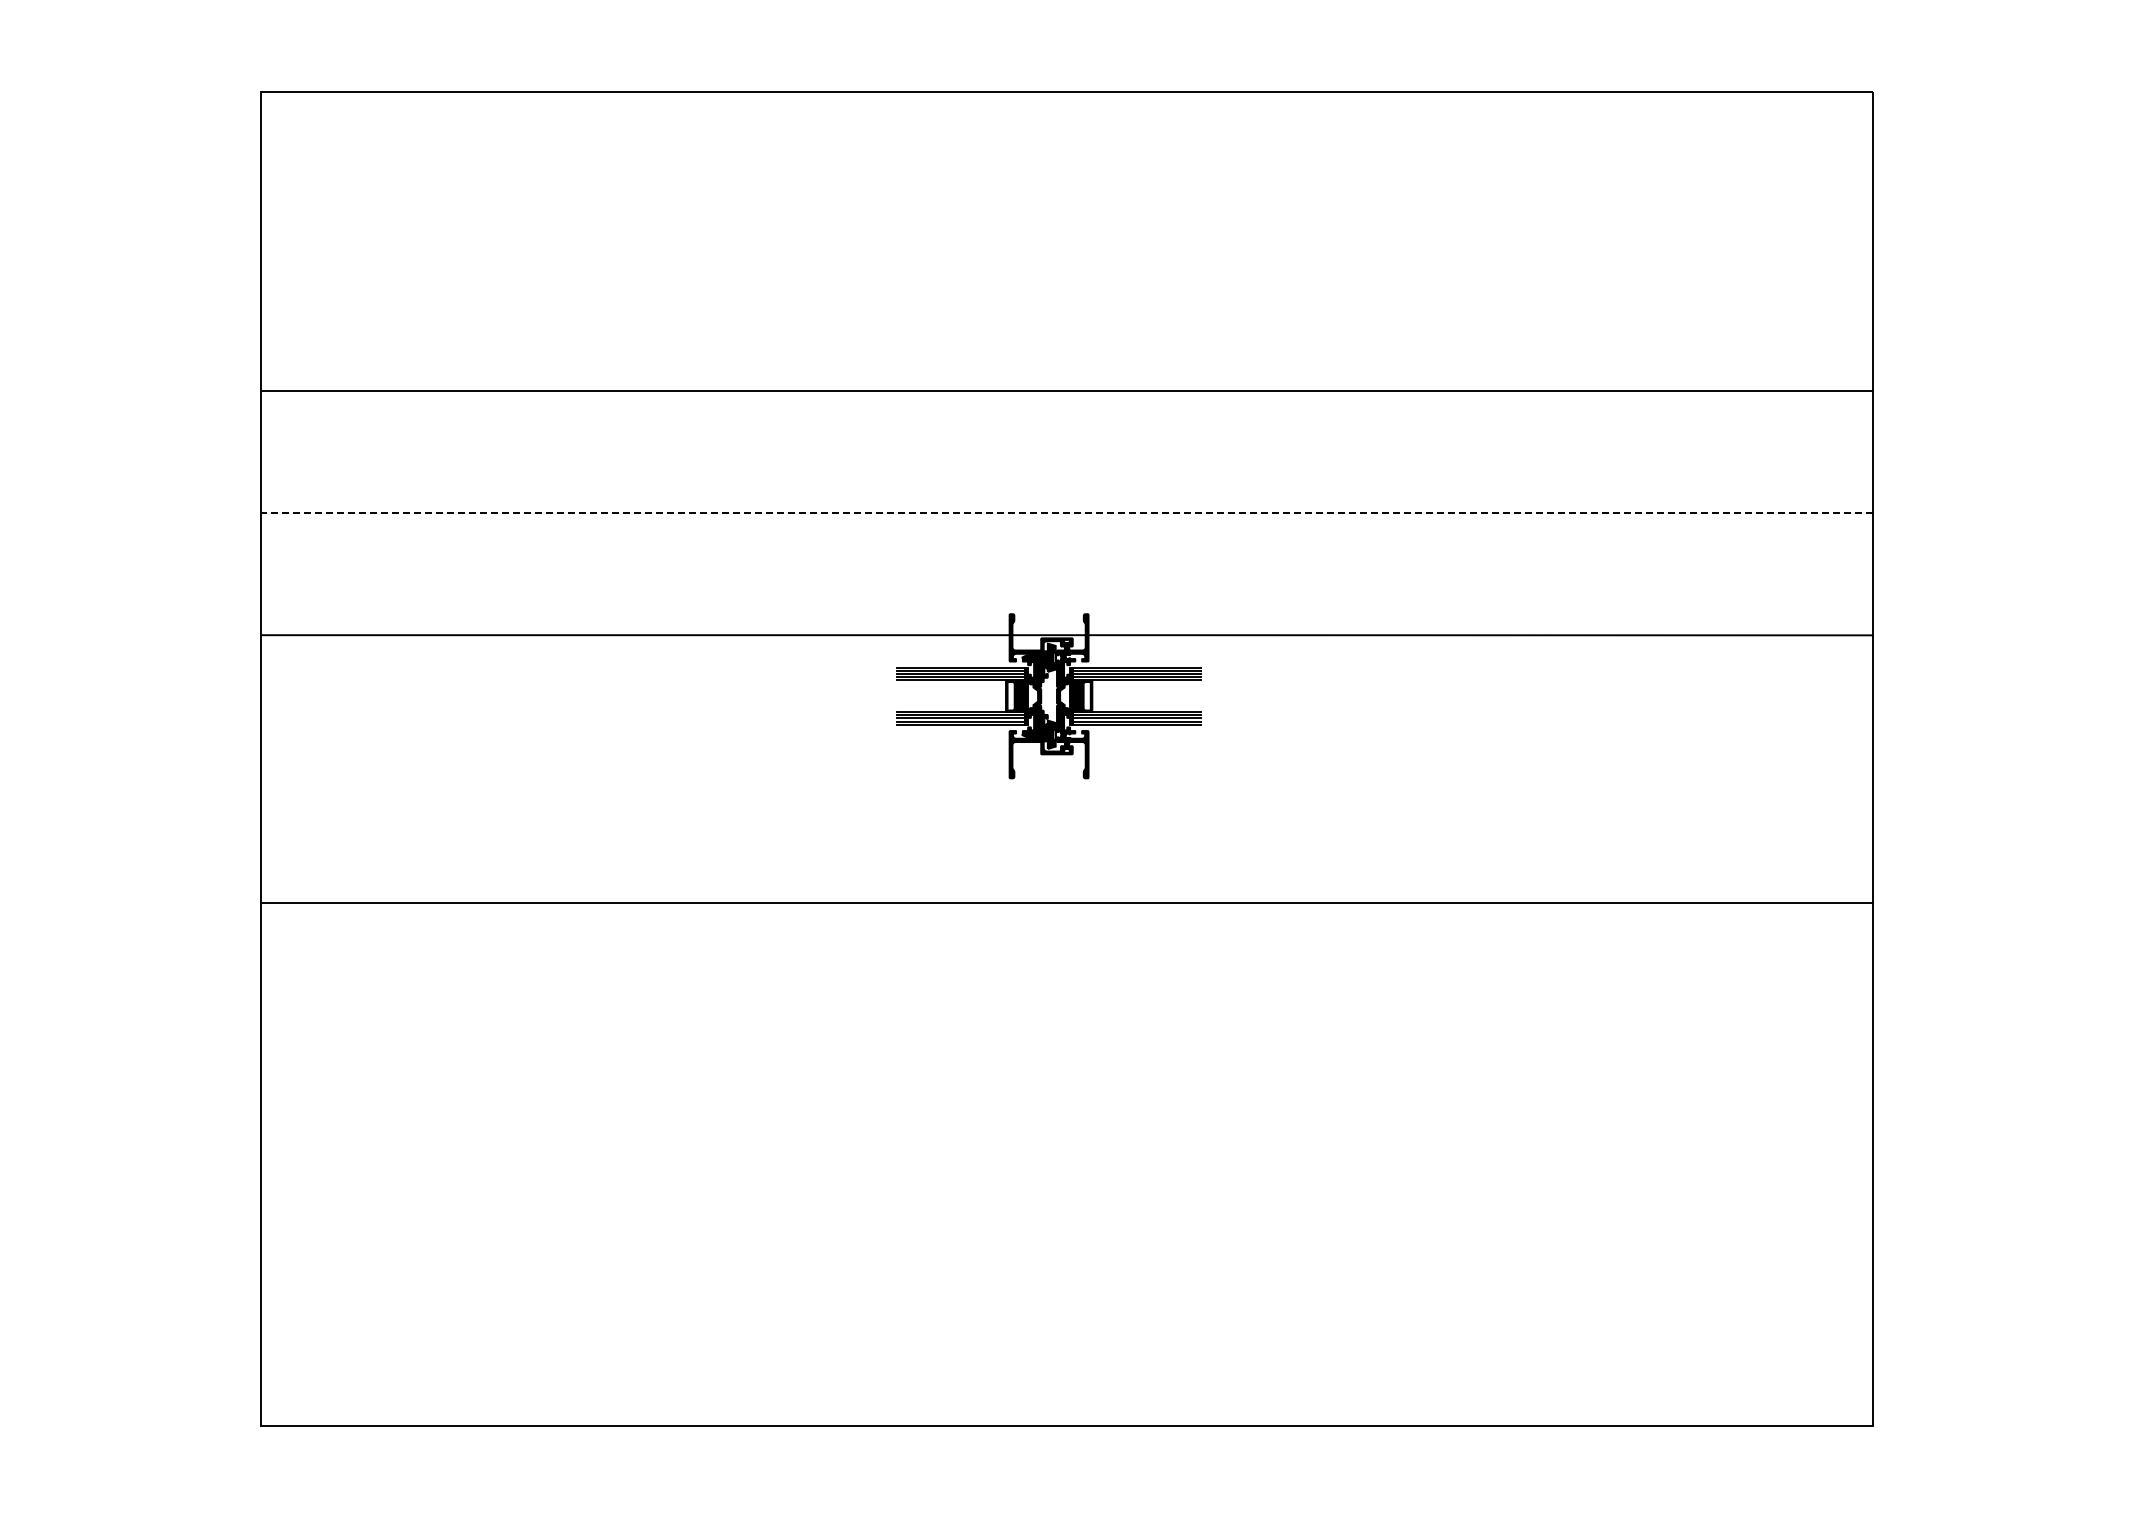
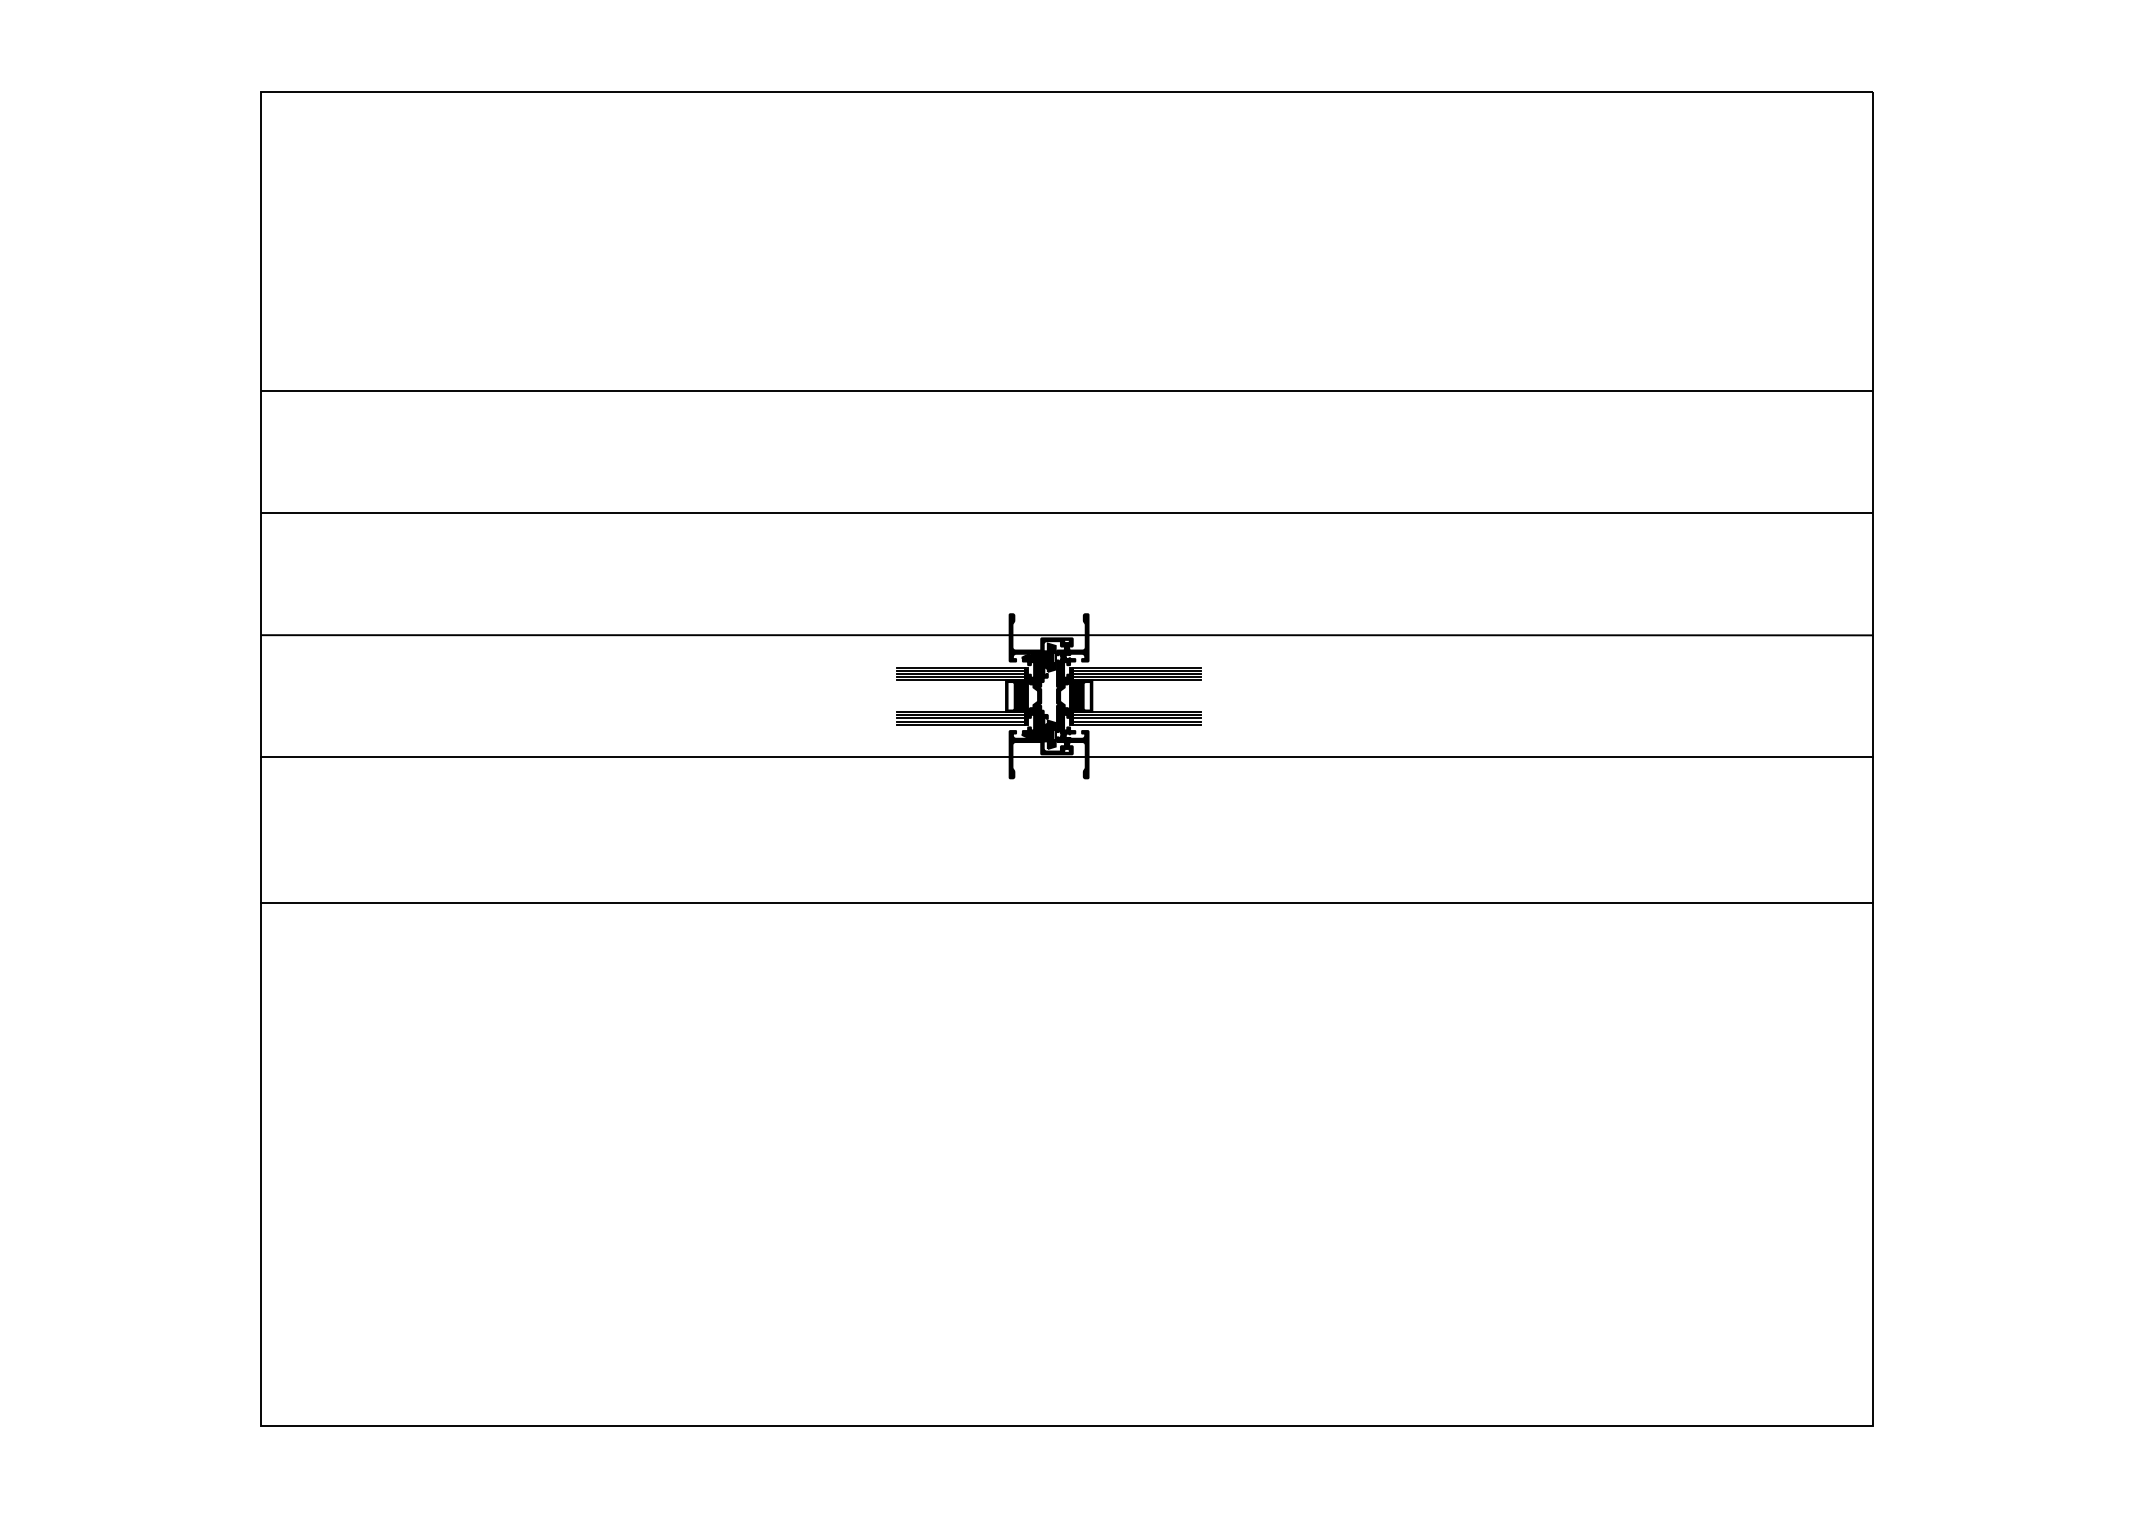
line at (1066, 513): dashed -> solid
line at (1066, 757): none -> present
